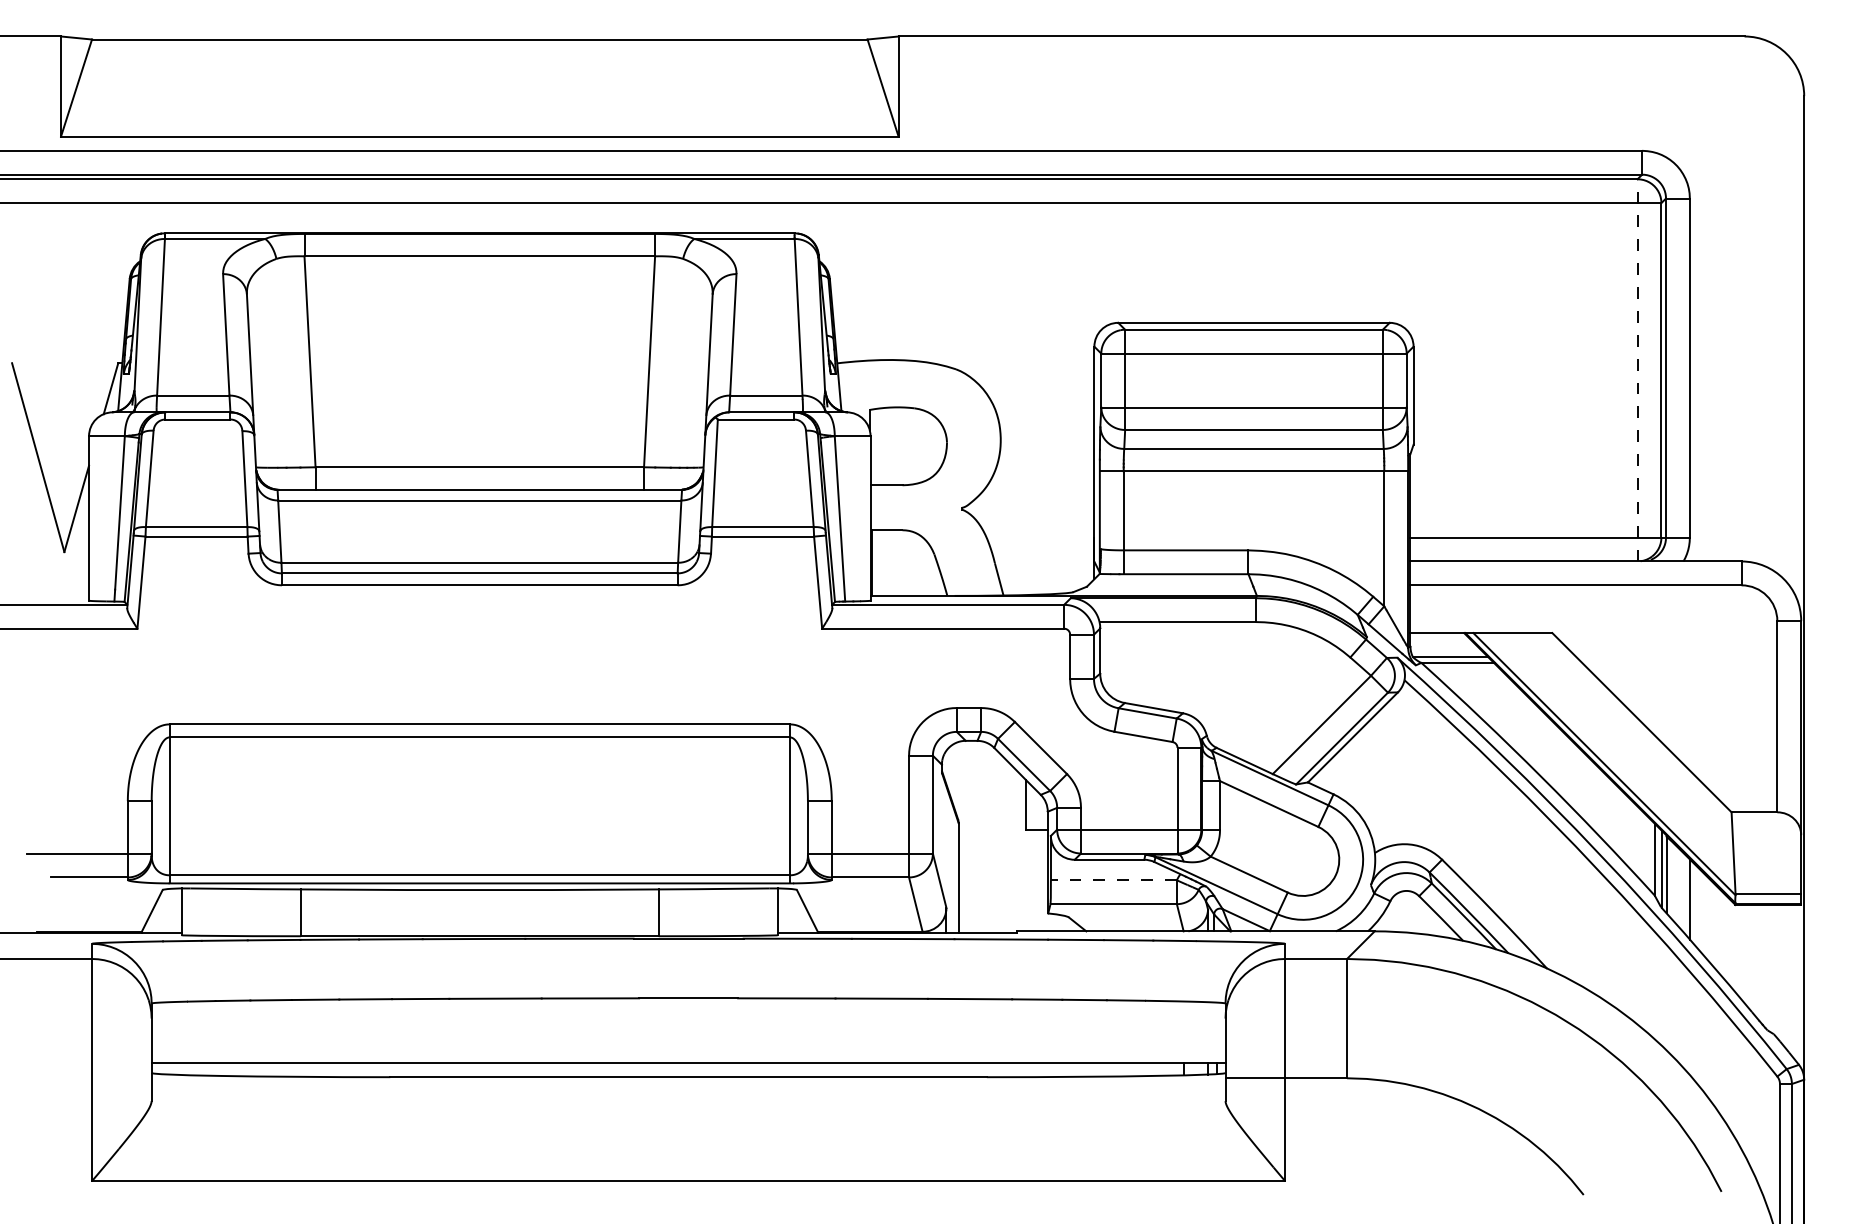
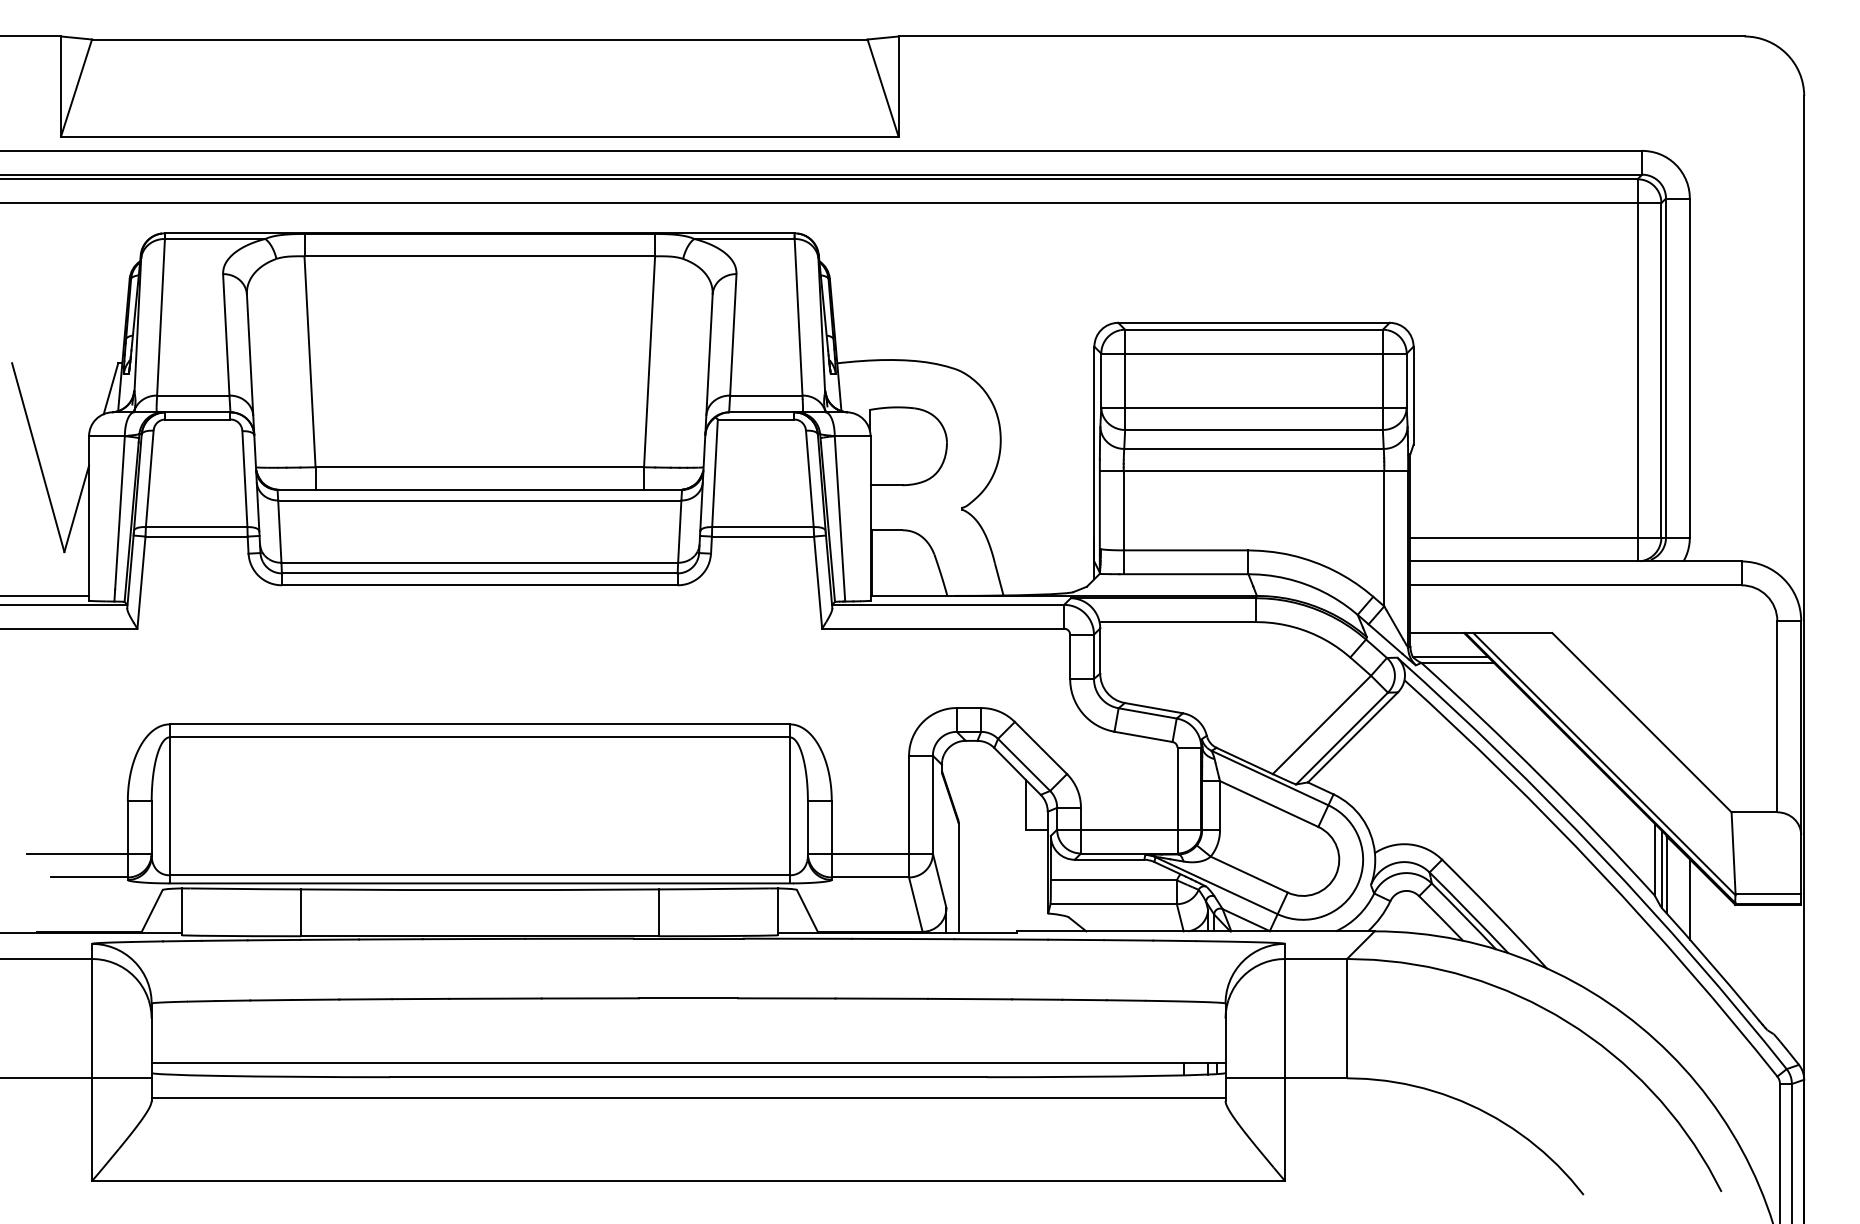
line at (1637, 369): dashed -> solid
line at (45, 595): none -> present
line at (1113, 880): dashed -> solid
line at (76, 1078): none -> present
line at (688, 1097): none -> present
